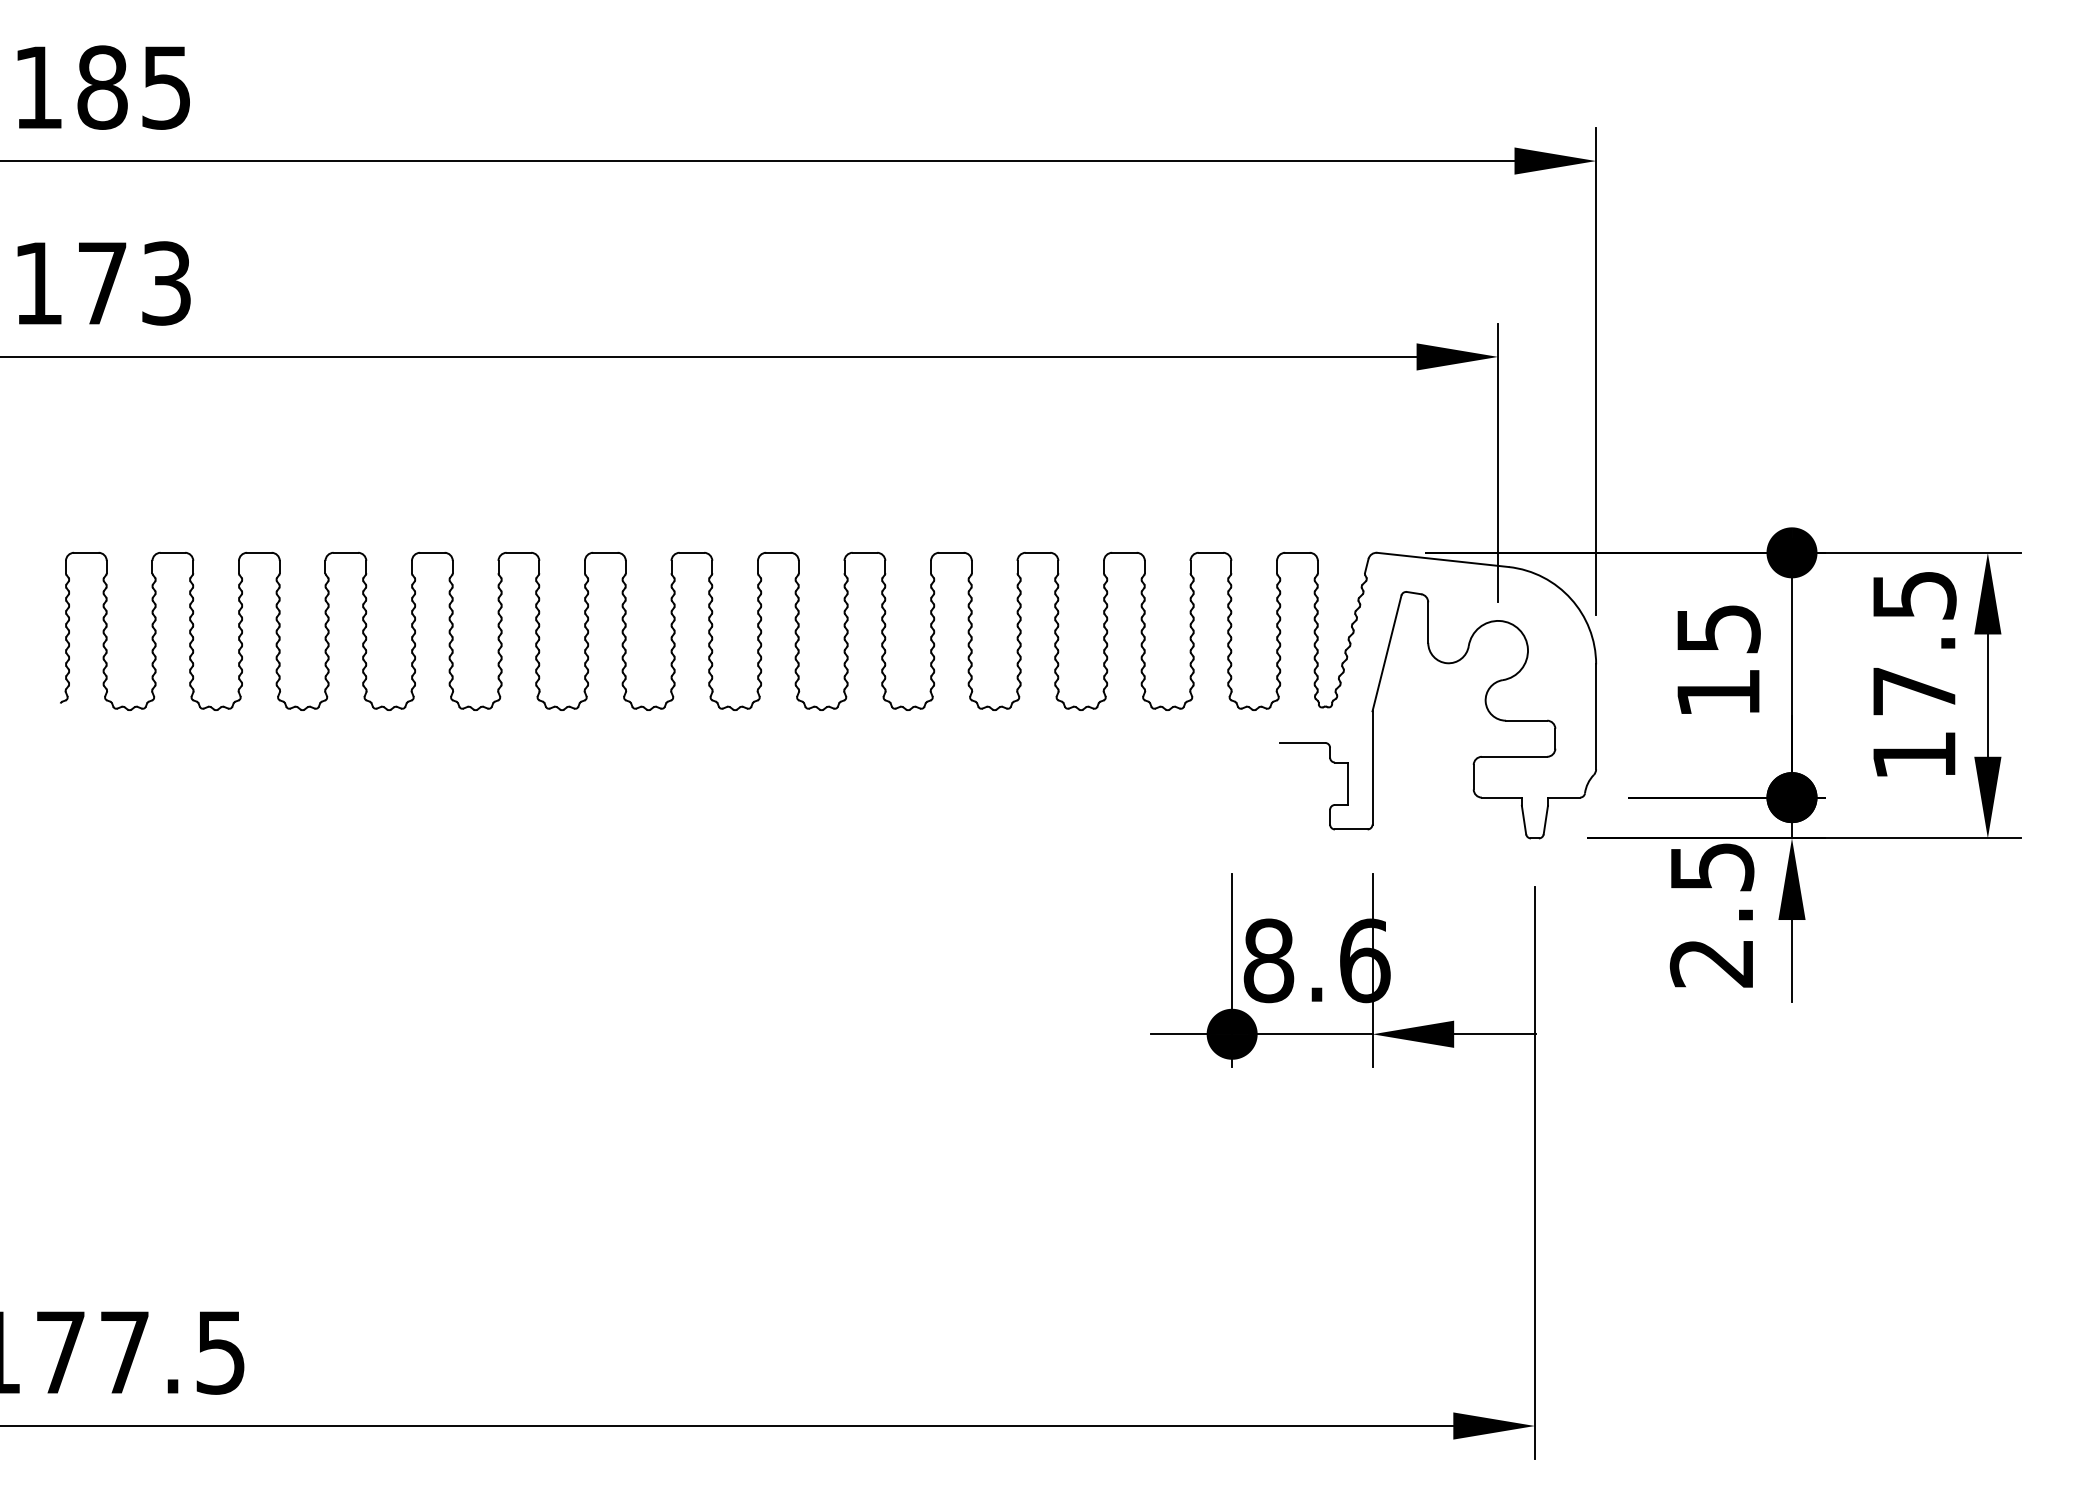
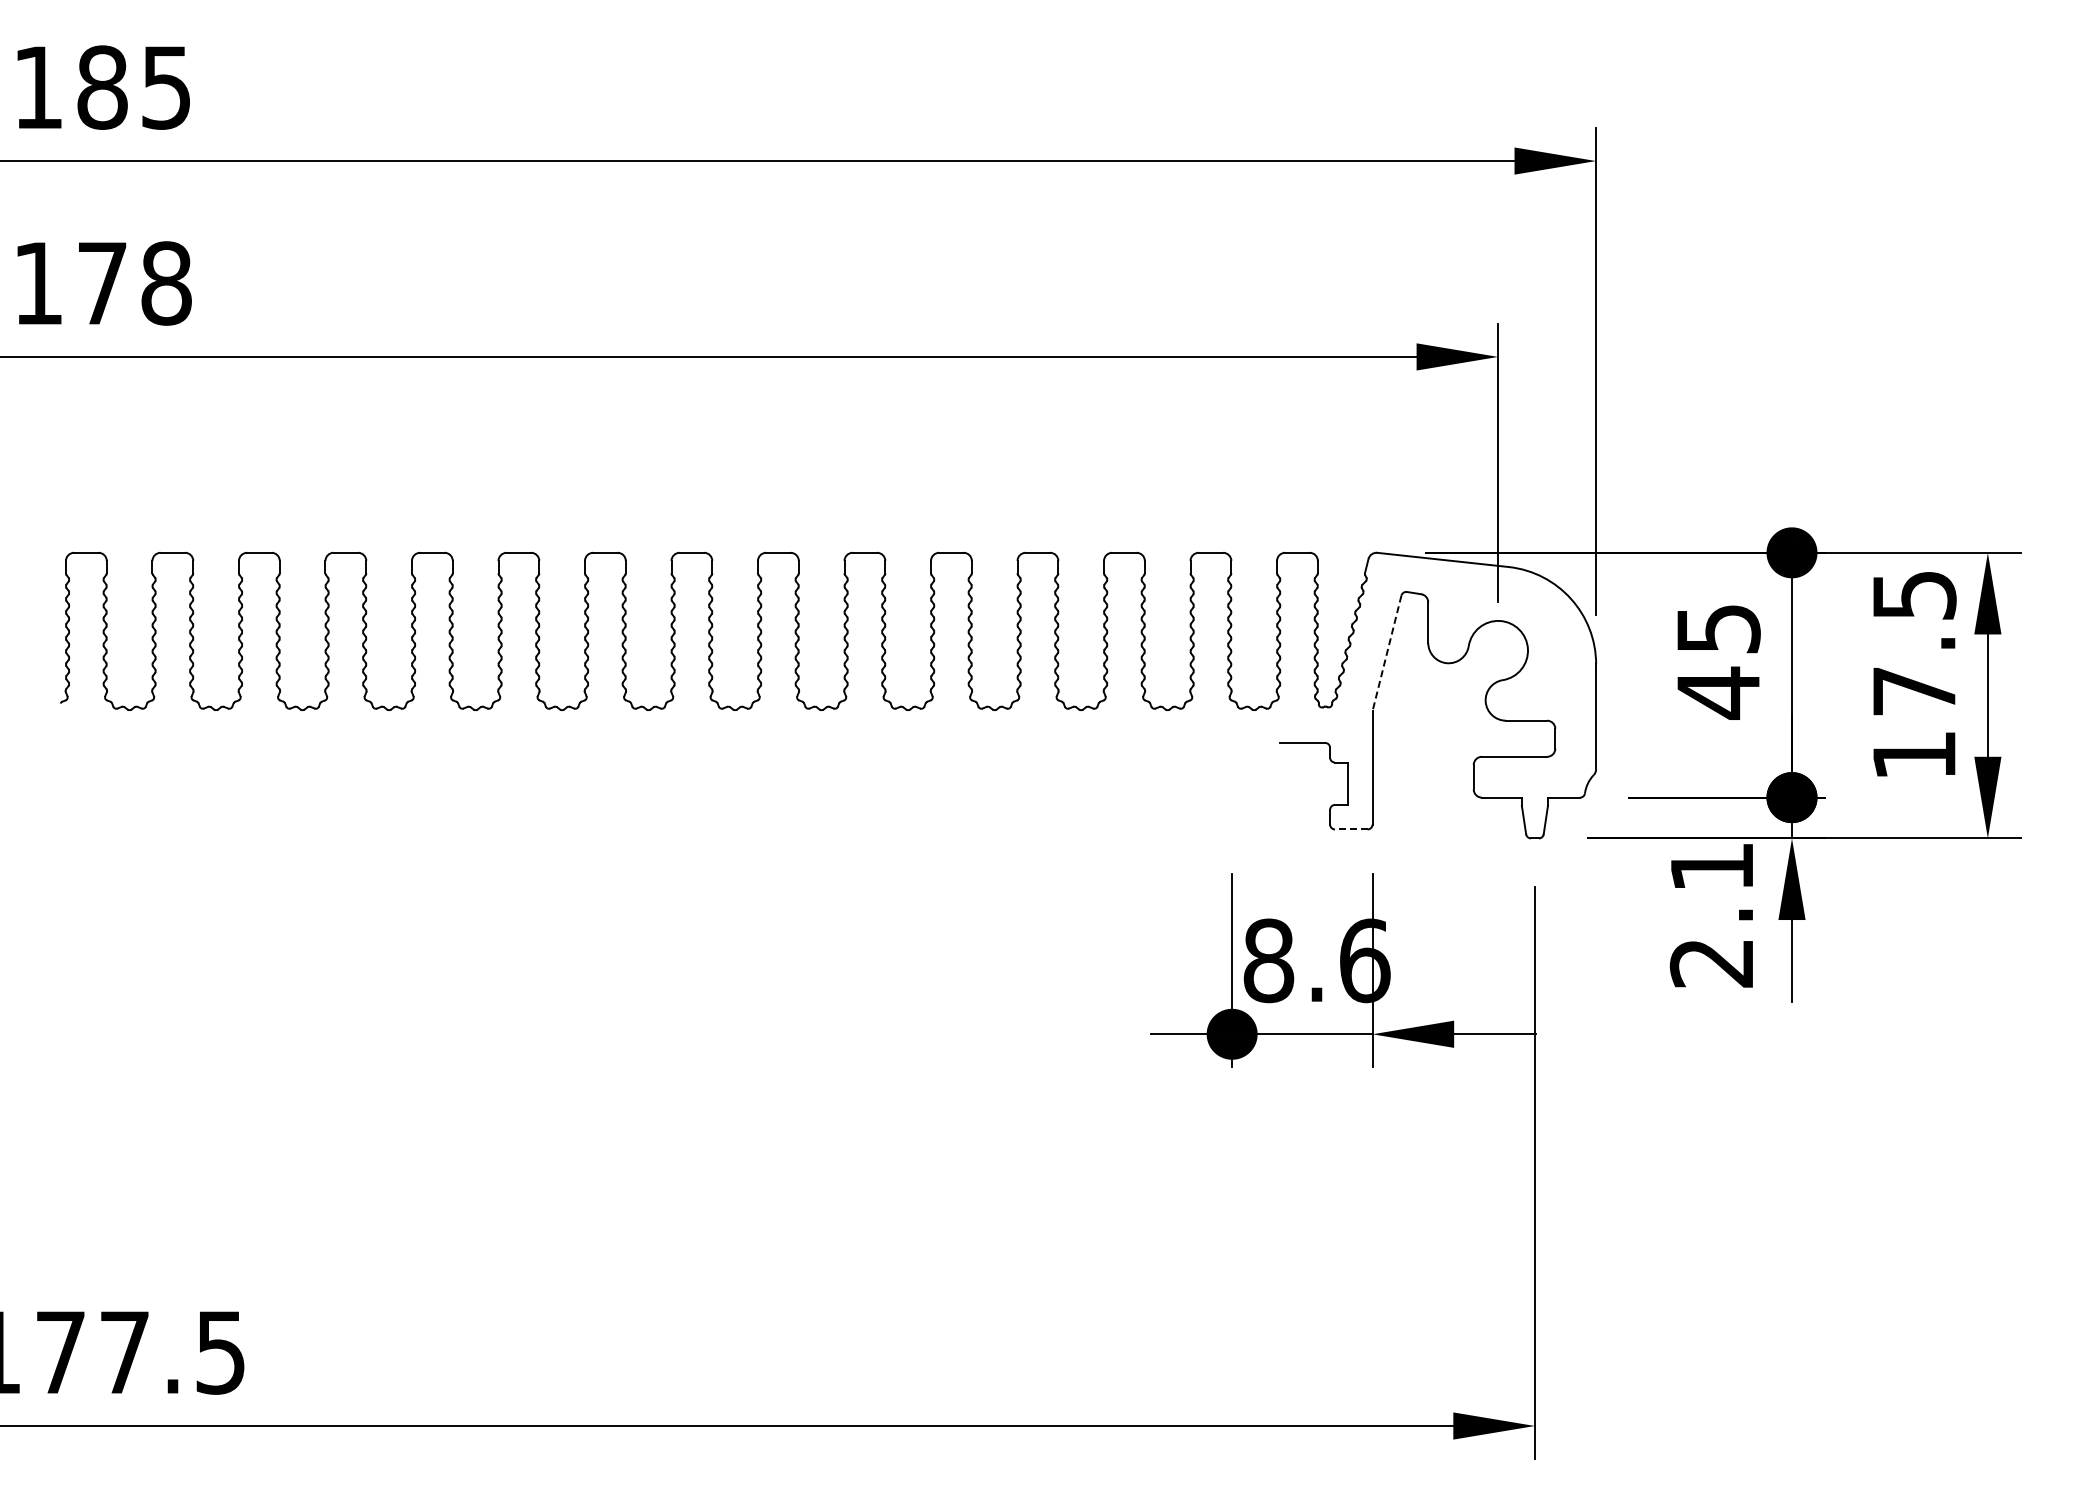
text at (166, 283): 173 -> 178
line at (1386, 653): solid -> dashed
text at (1718, 692): 15 -> 45
line at (1350, 829): solid -> dashed
text at (1712, 867): 2.5 -> 2.1
